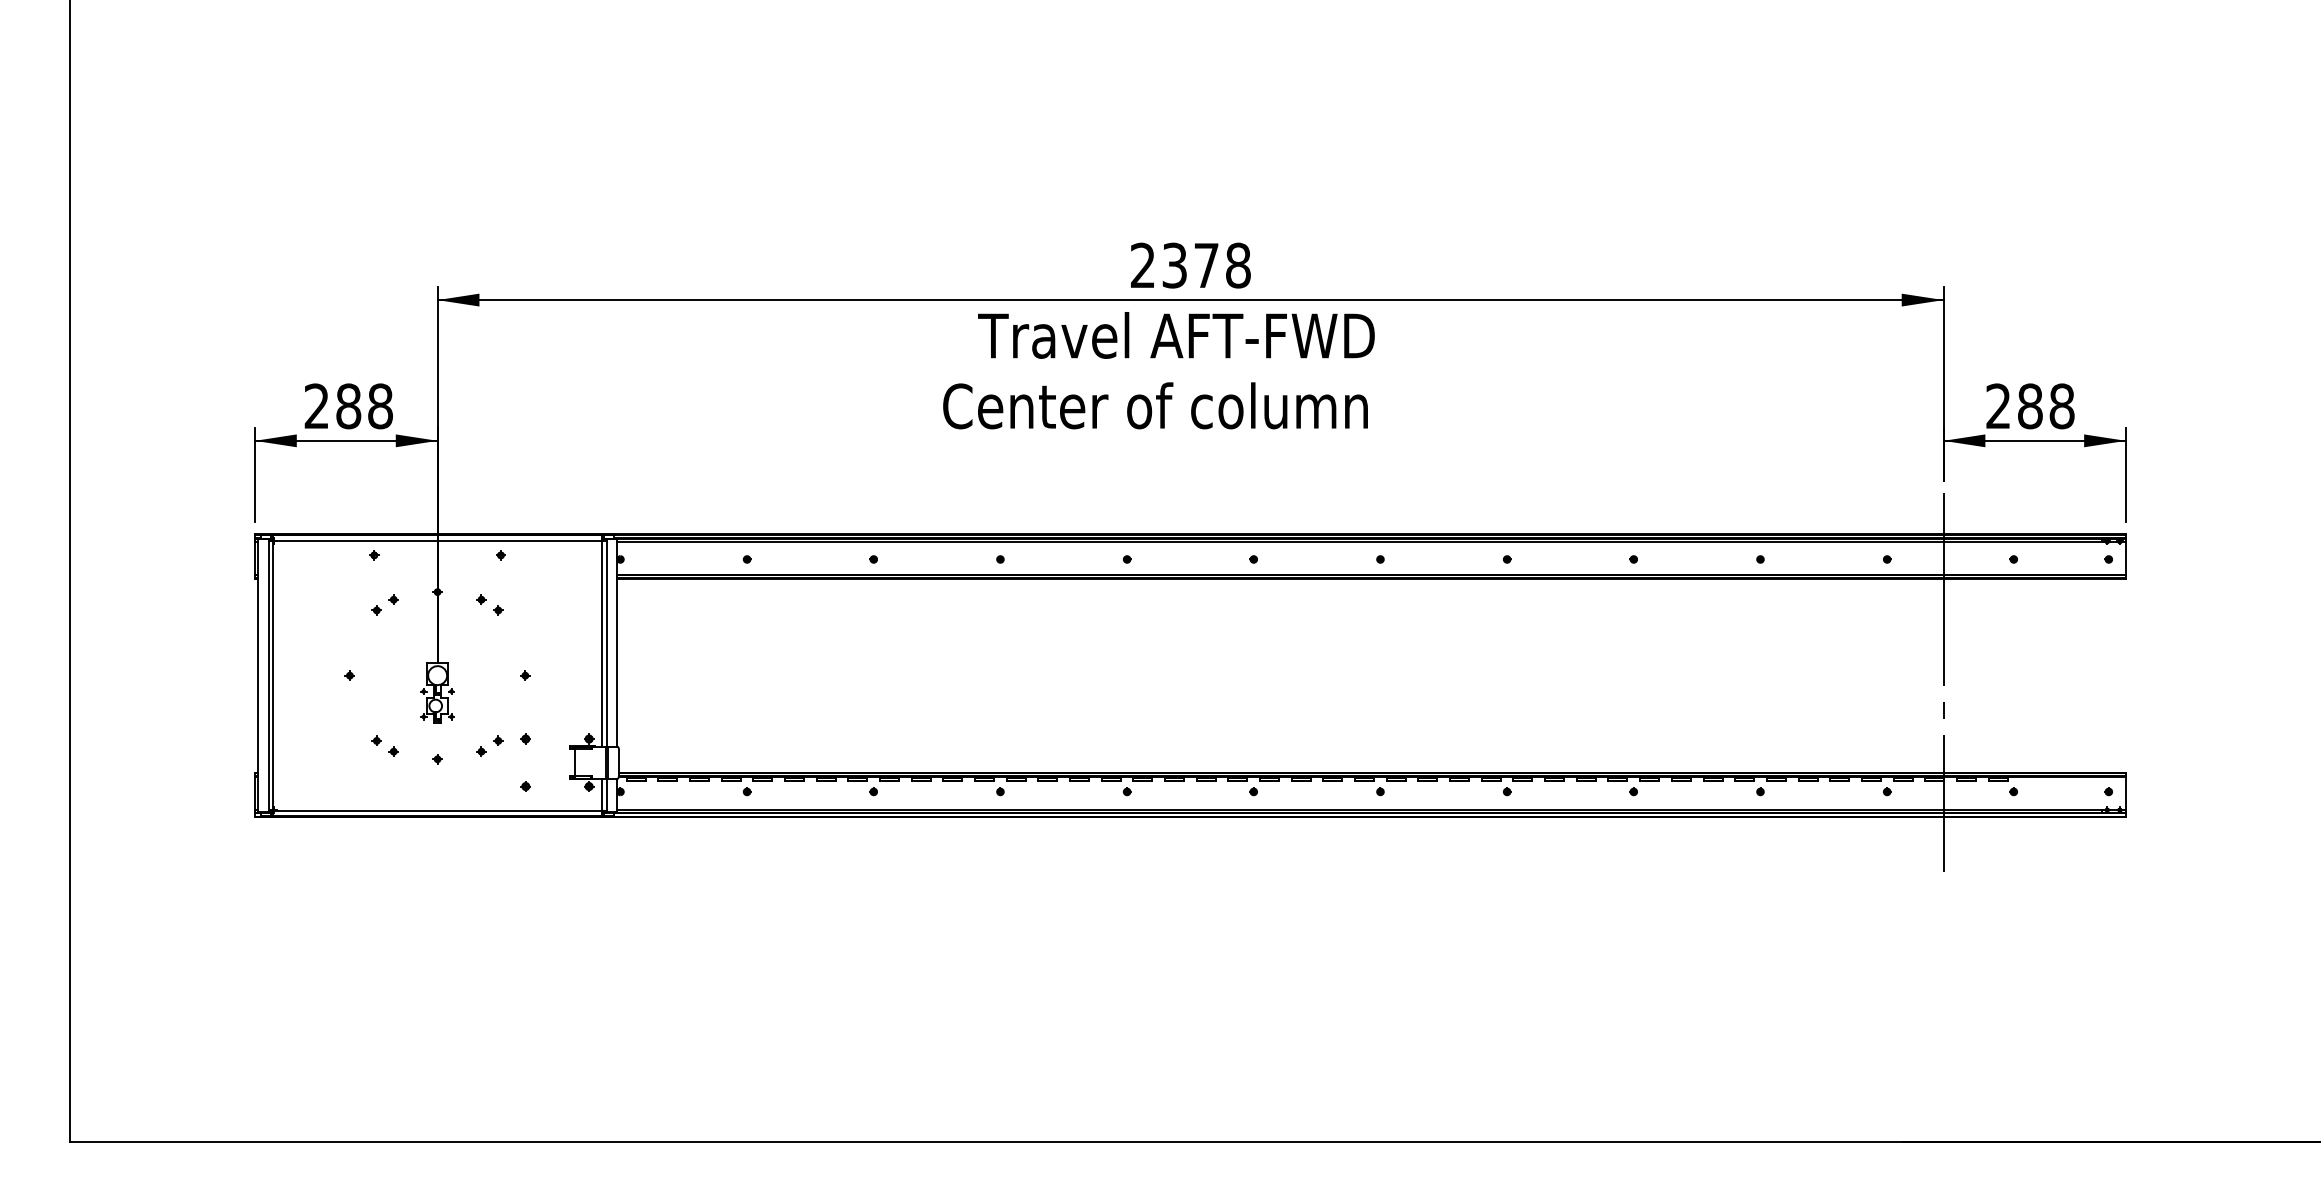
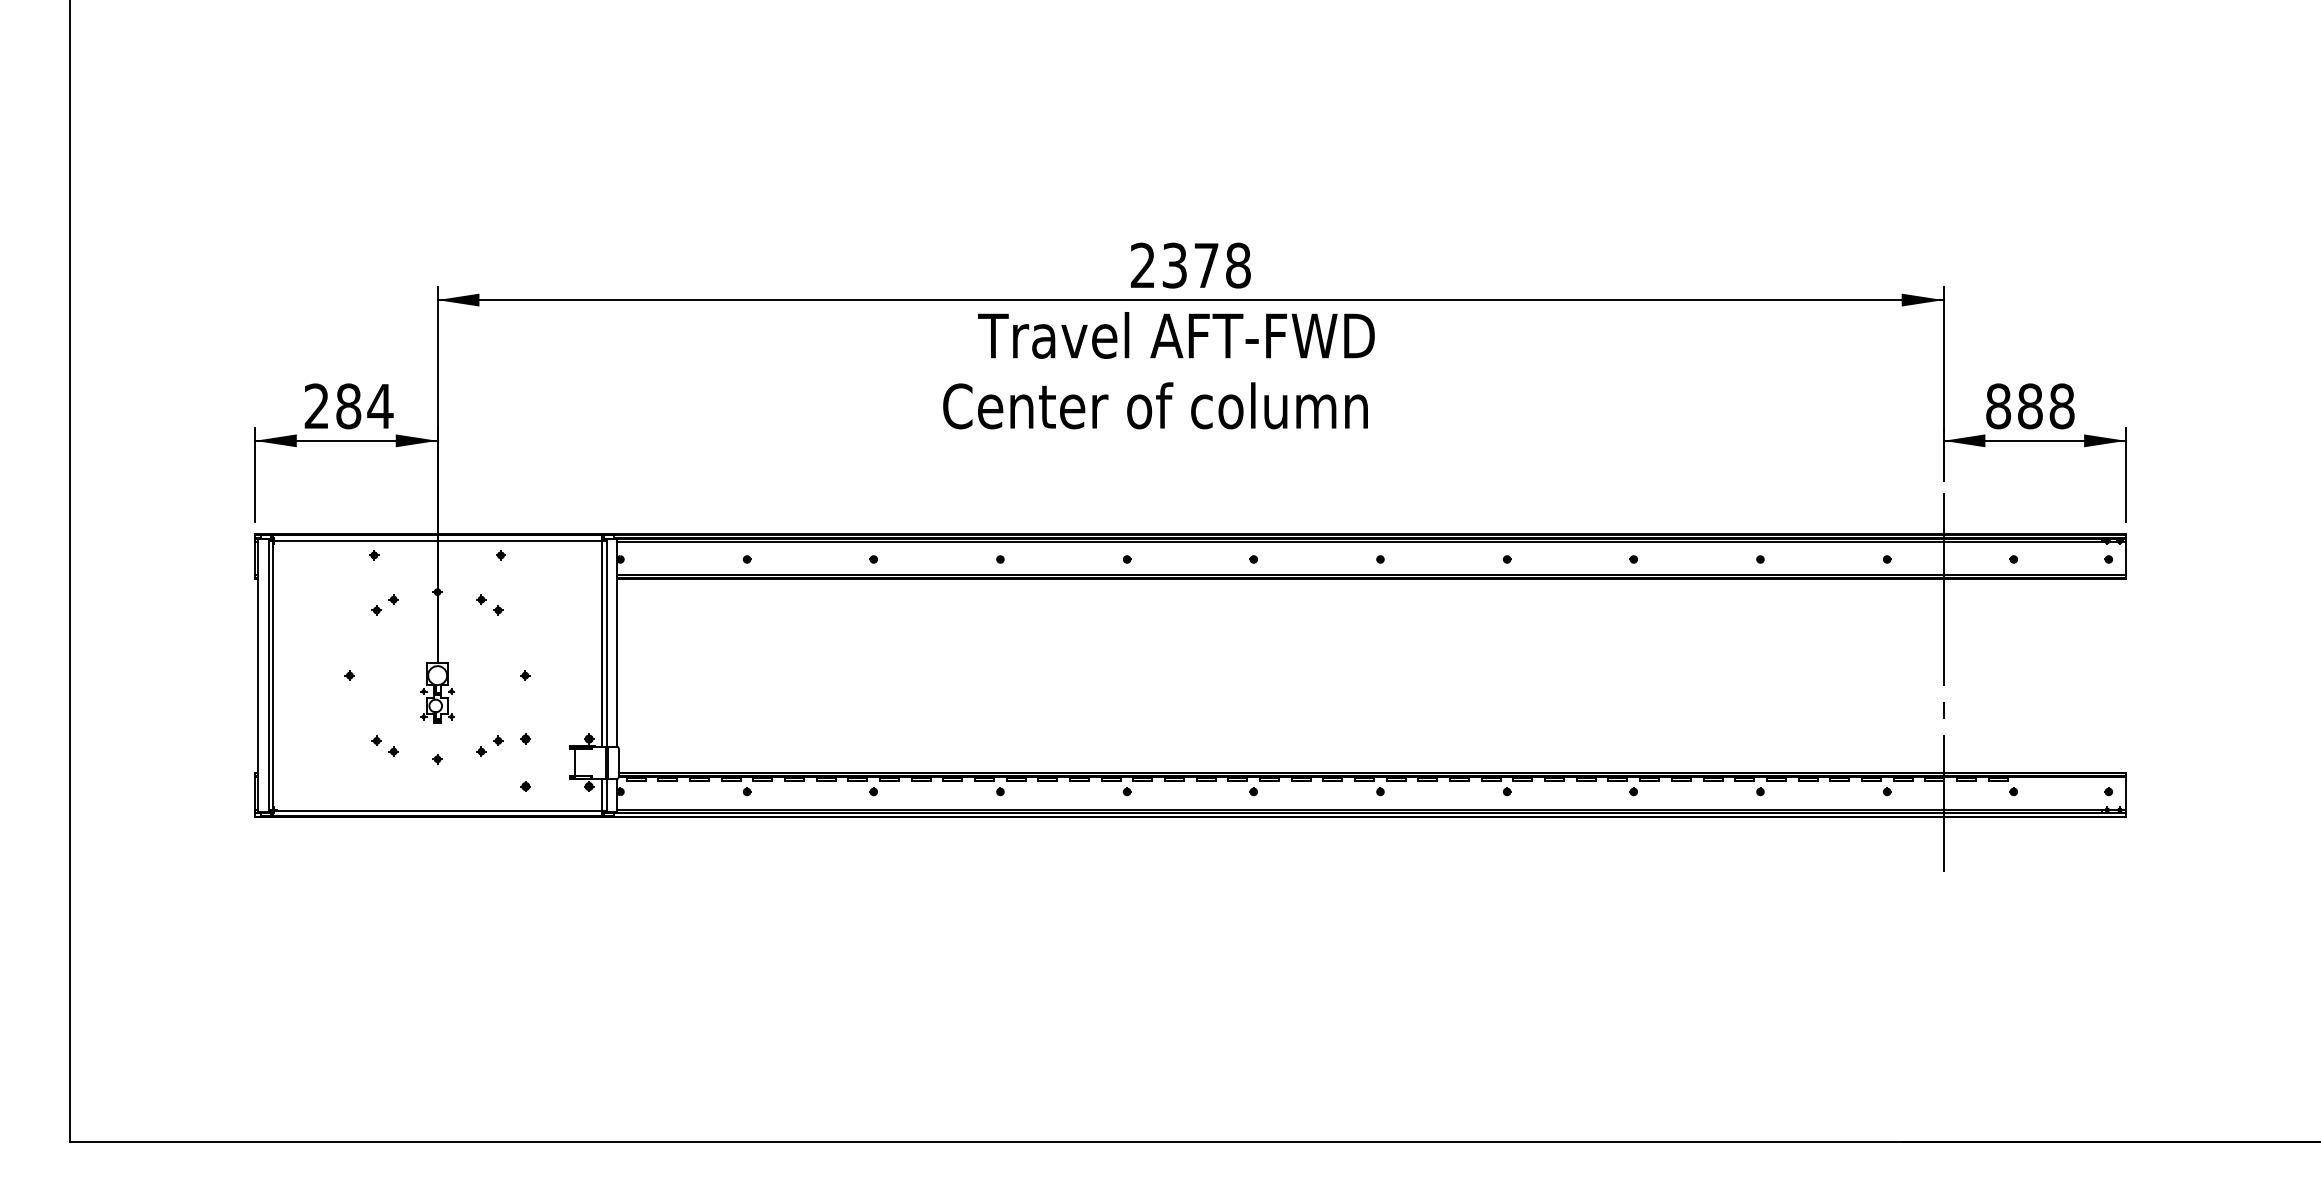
text at (380, 406): 288 -> 284
text at (1998, 406): 288 -> 888
